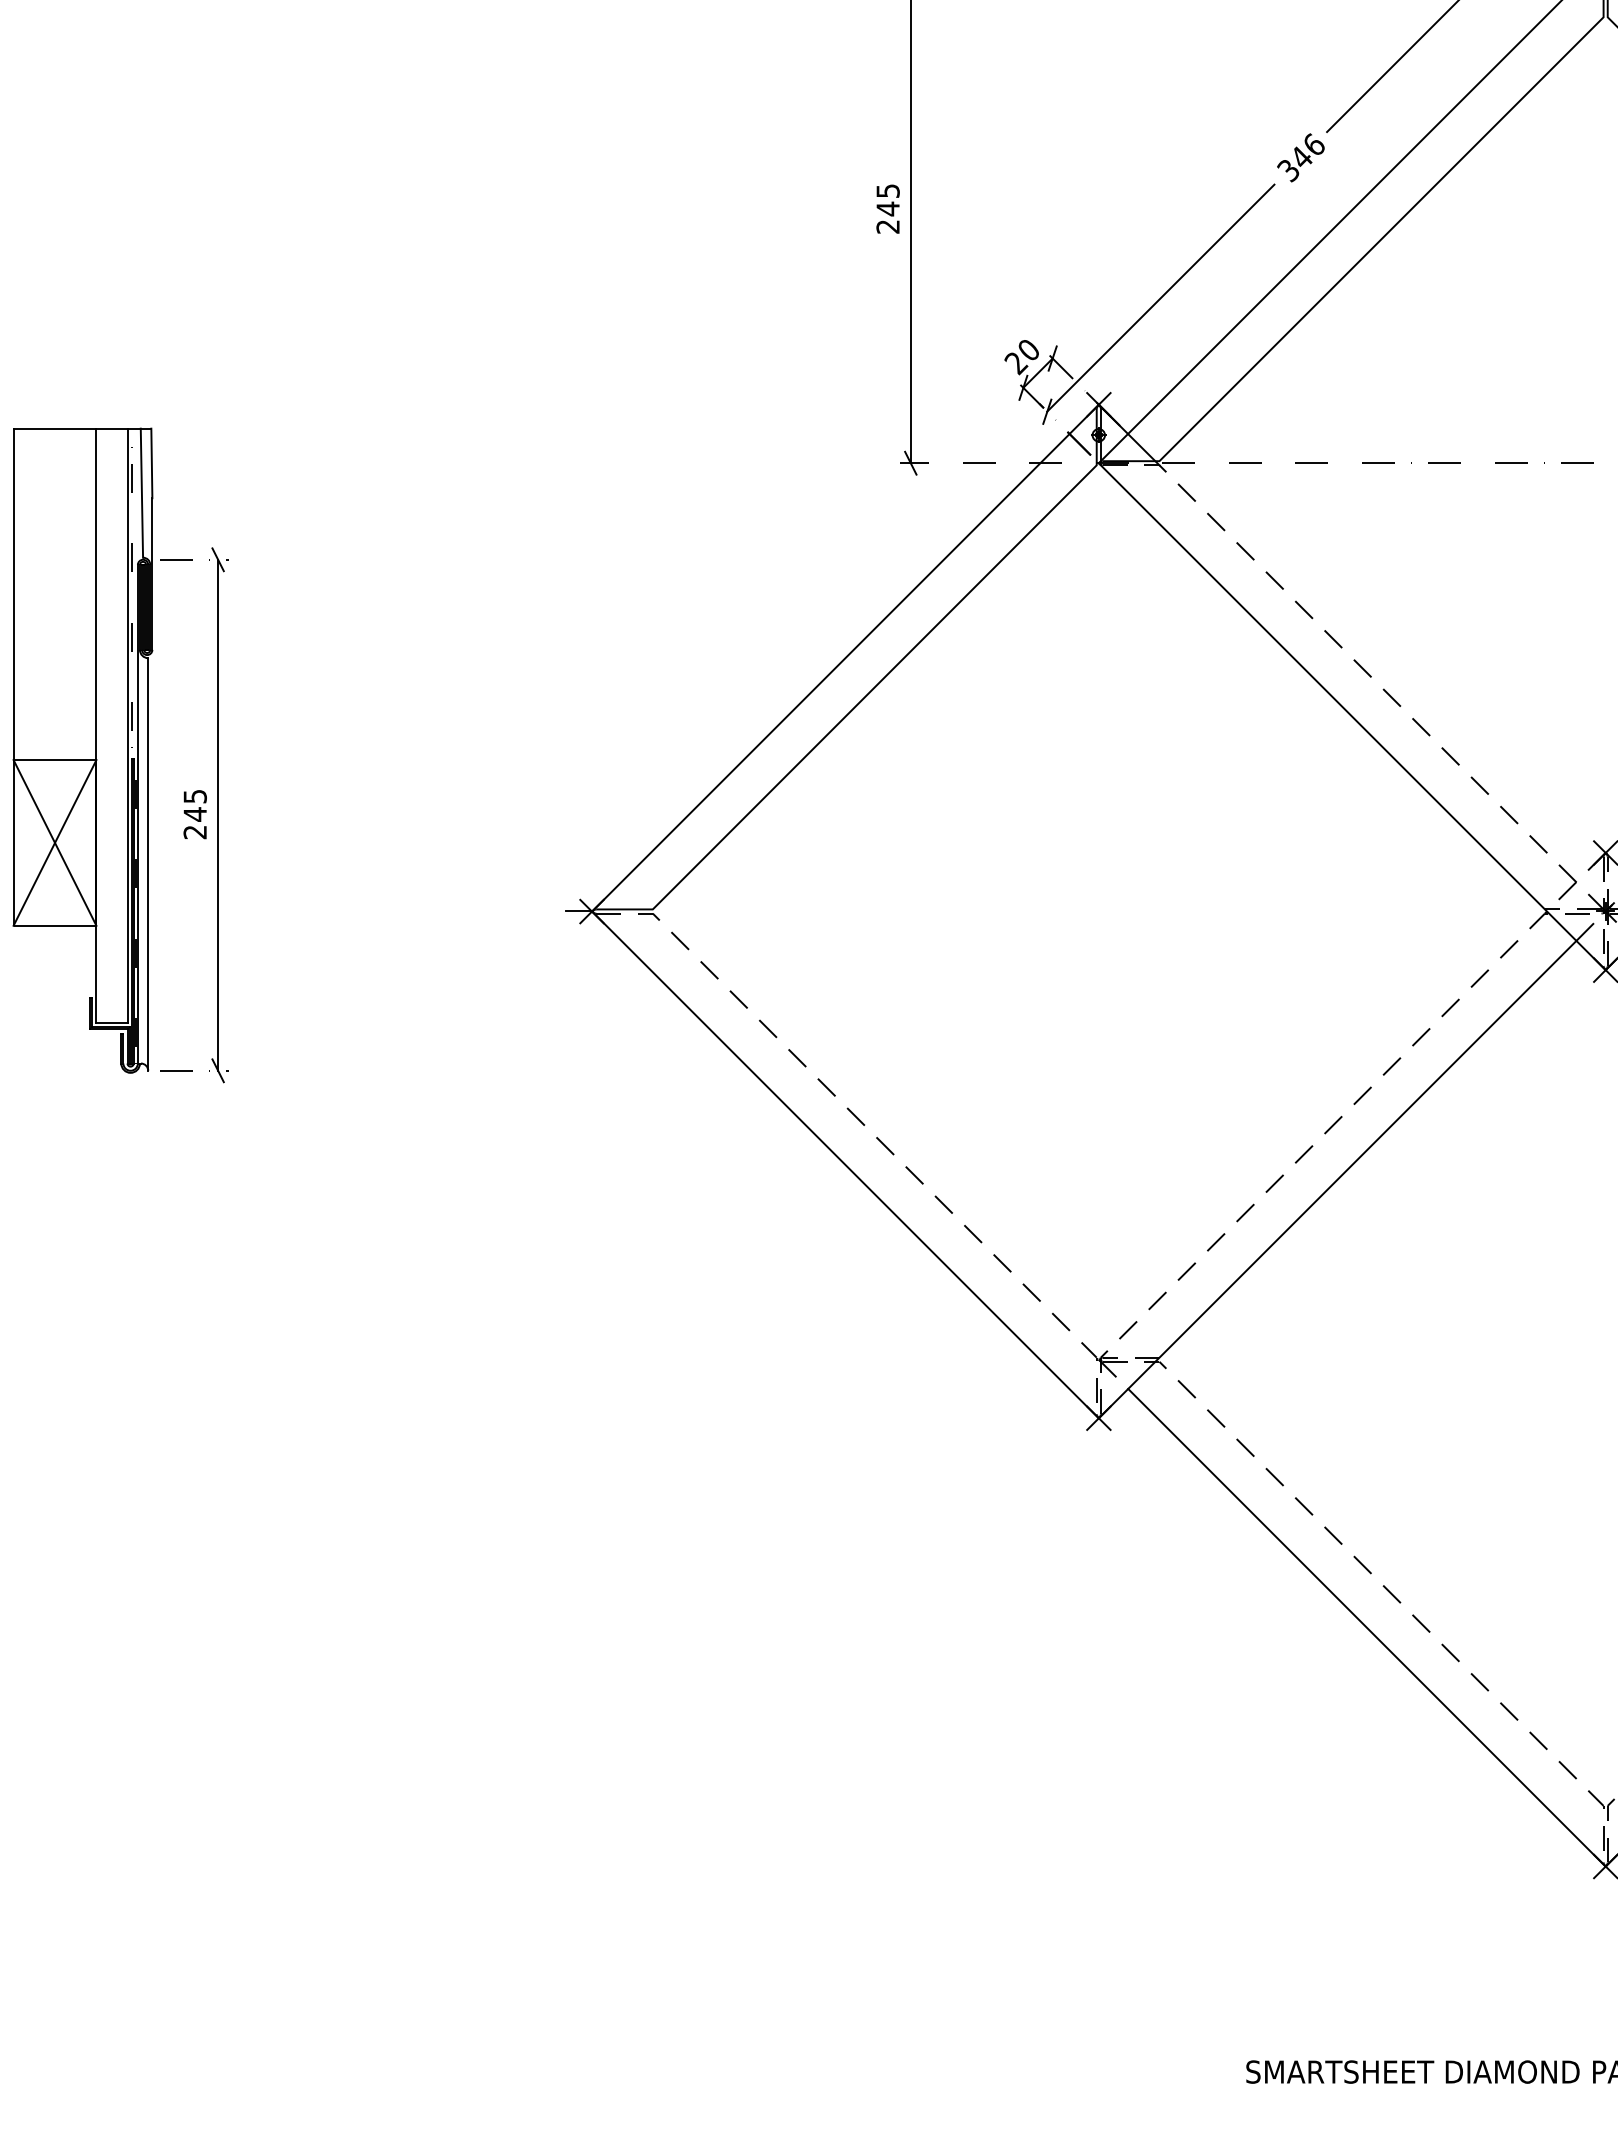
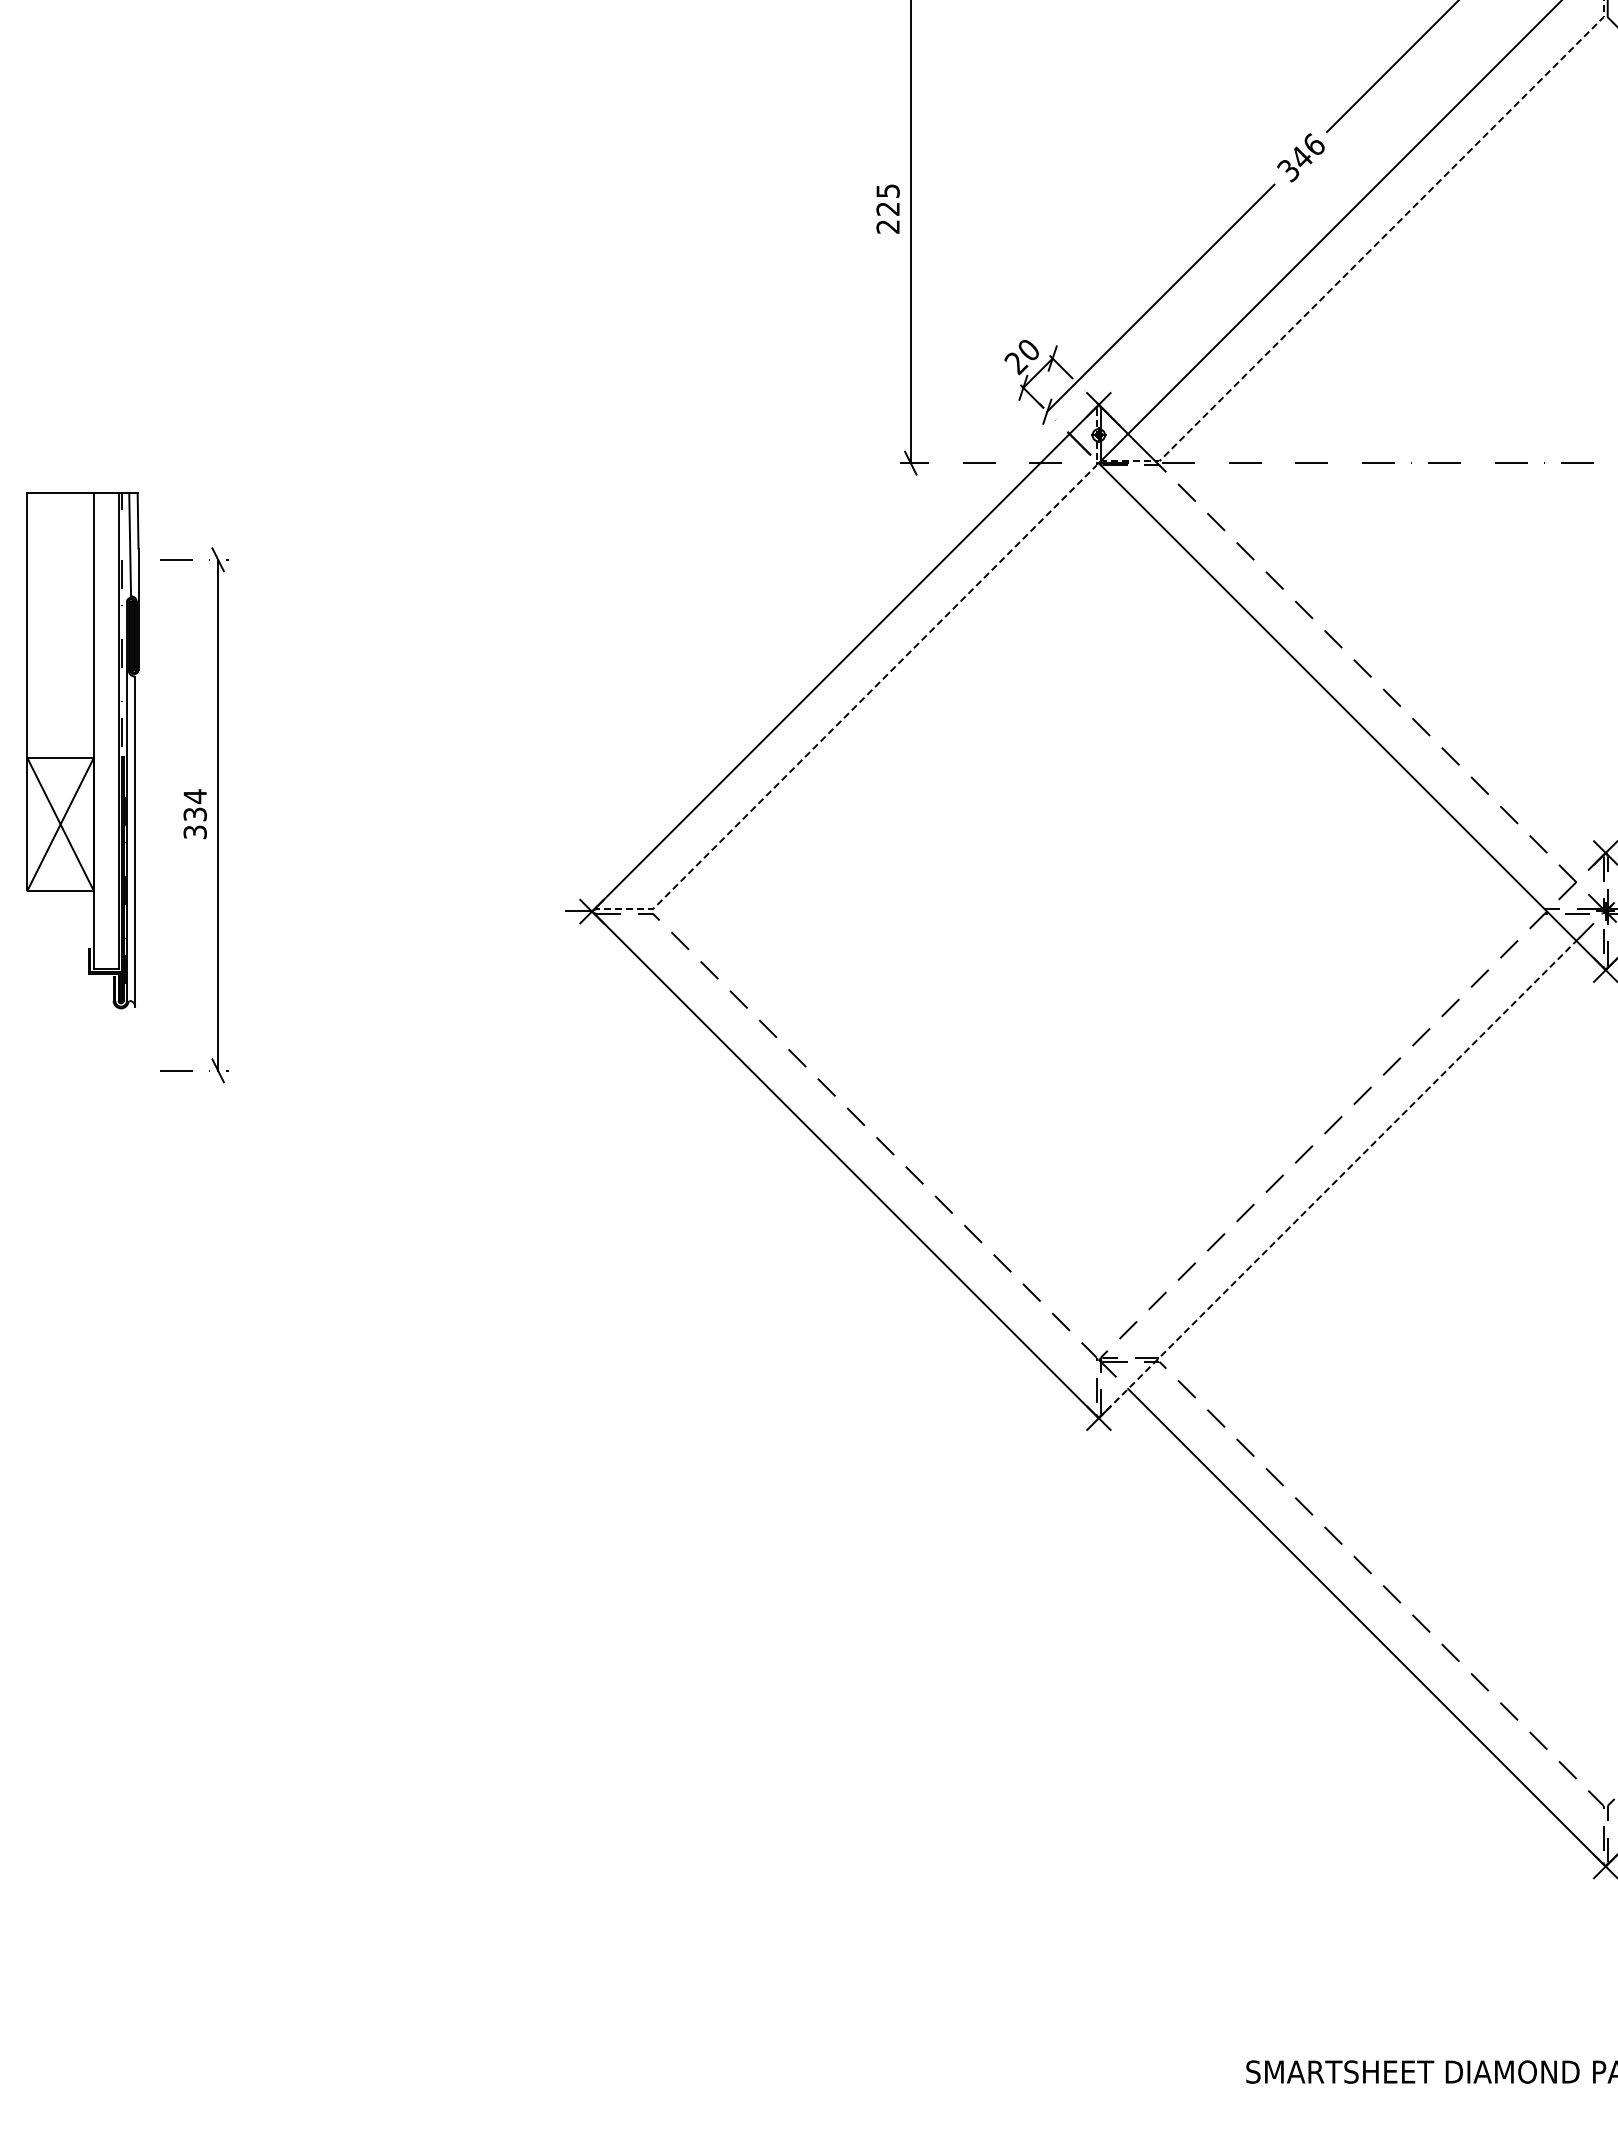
text at (887, 208): 245 -> 225
line at (1367, 253): solid -> dashed
line at (874, 687): solid -> dashed
part at (82, 750) size: 142x647 px -> 114x518 px
text at (194, 814): 245 -> 334
line at (1337, 1179): solid -> dashed
